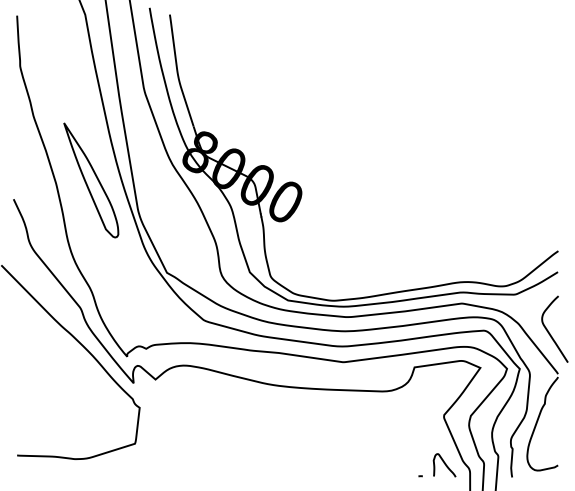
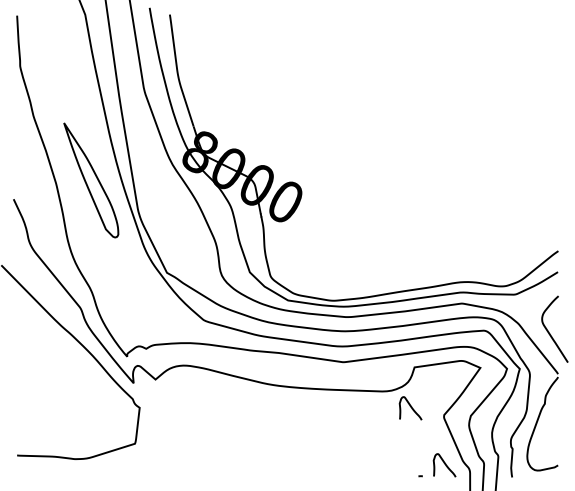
curve at (410, 407): none -> present
